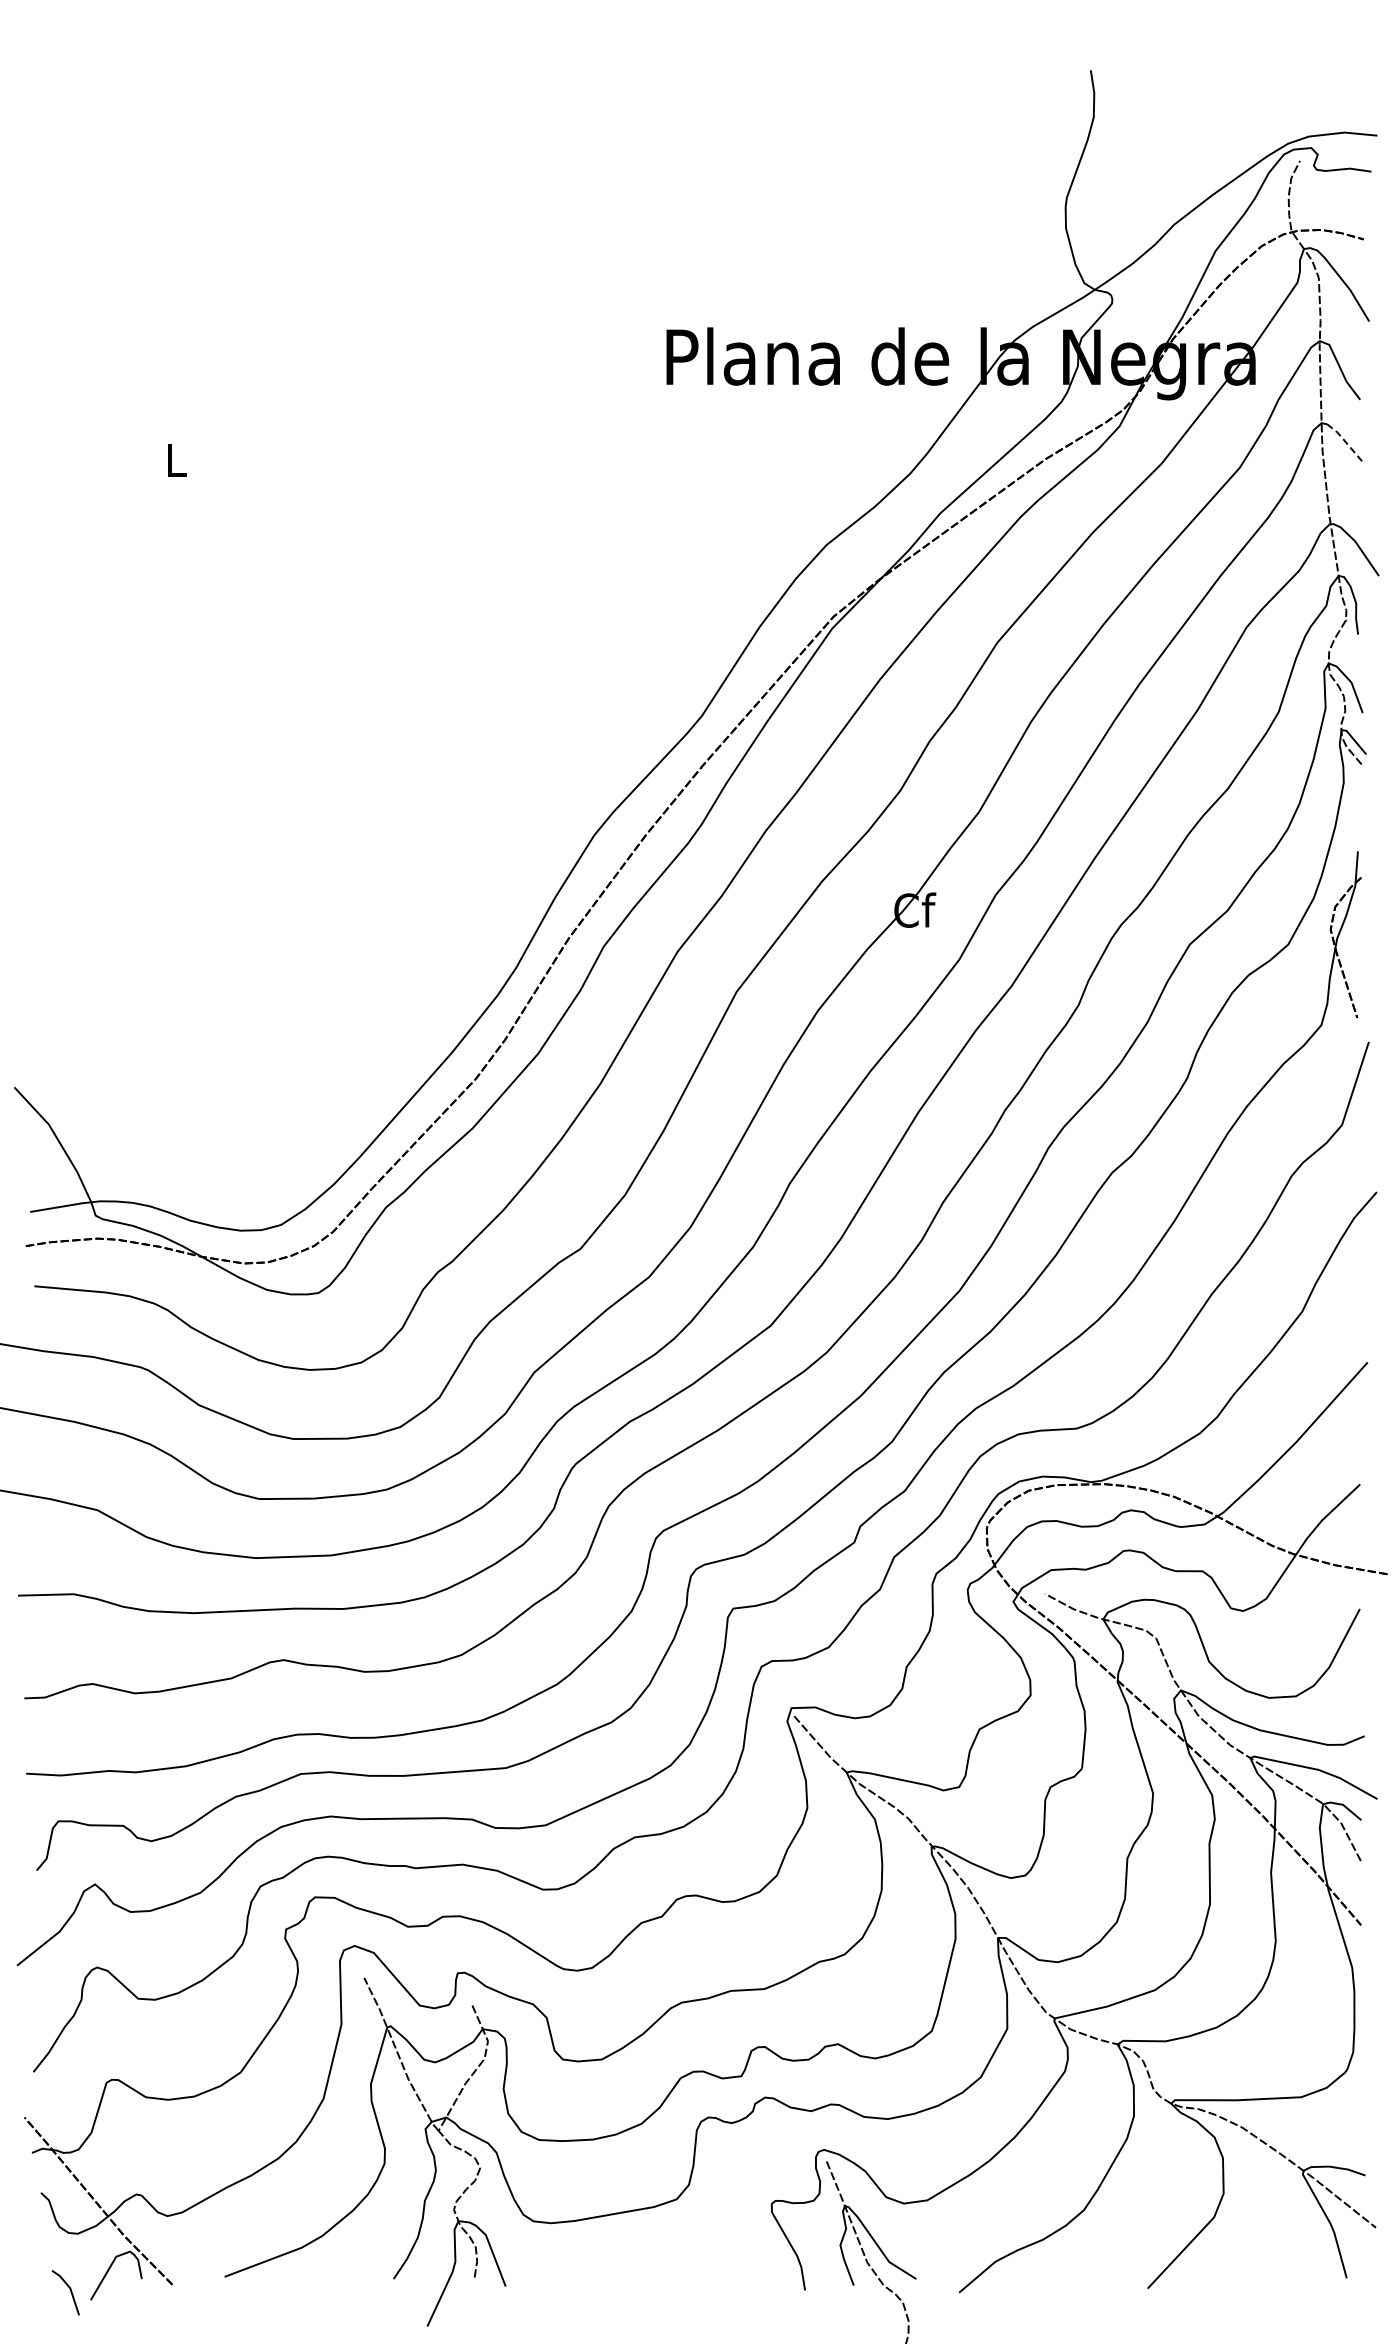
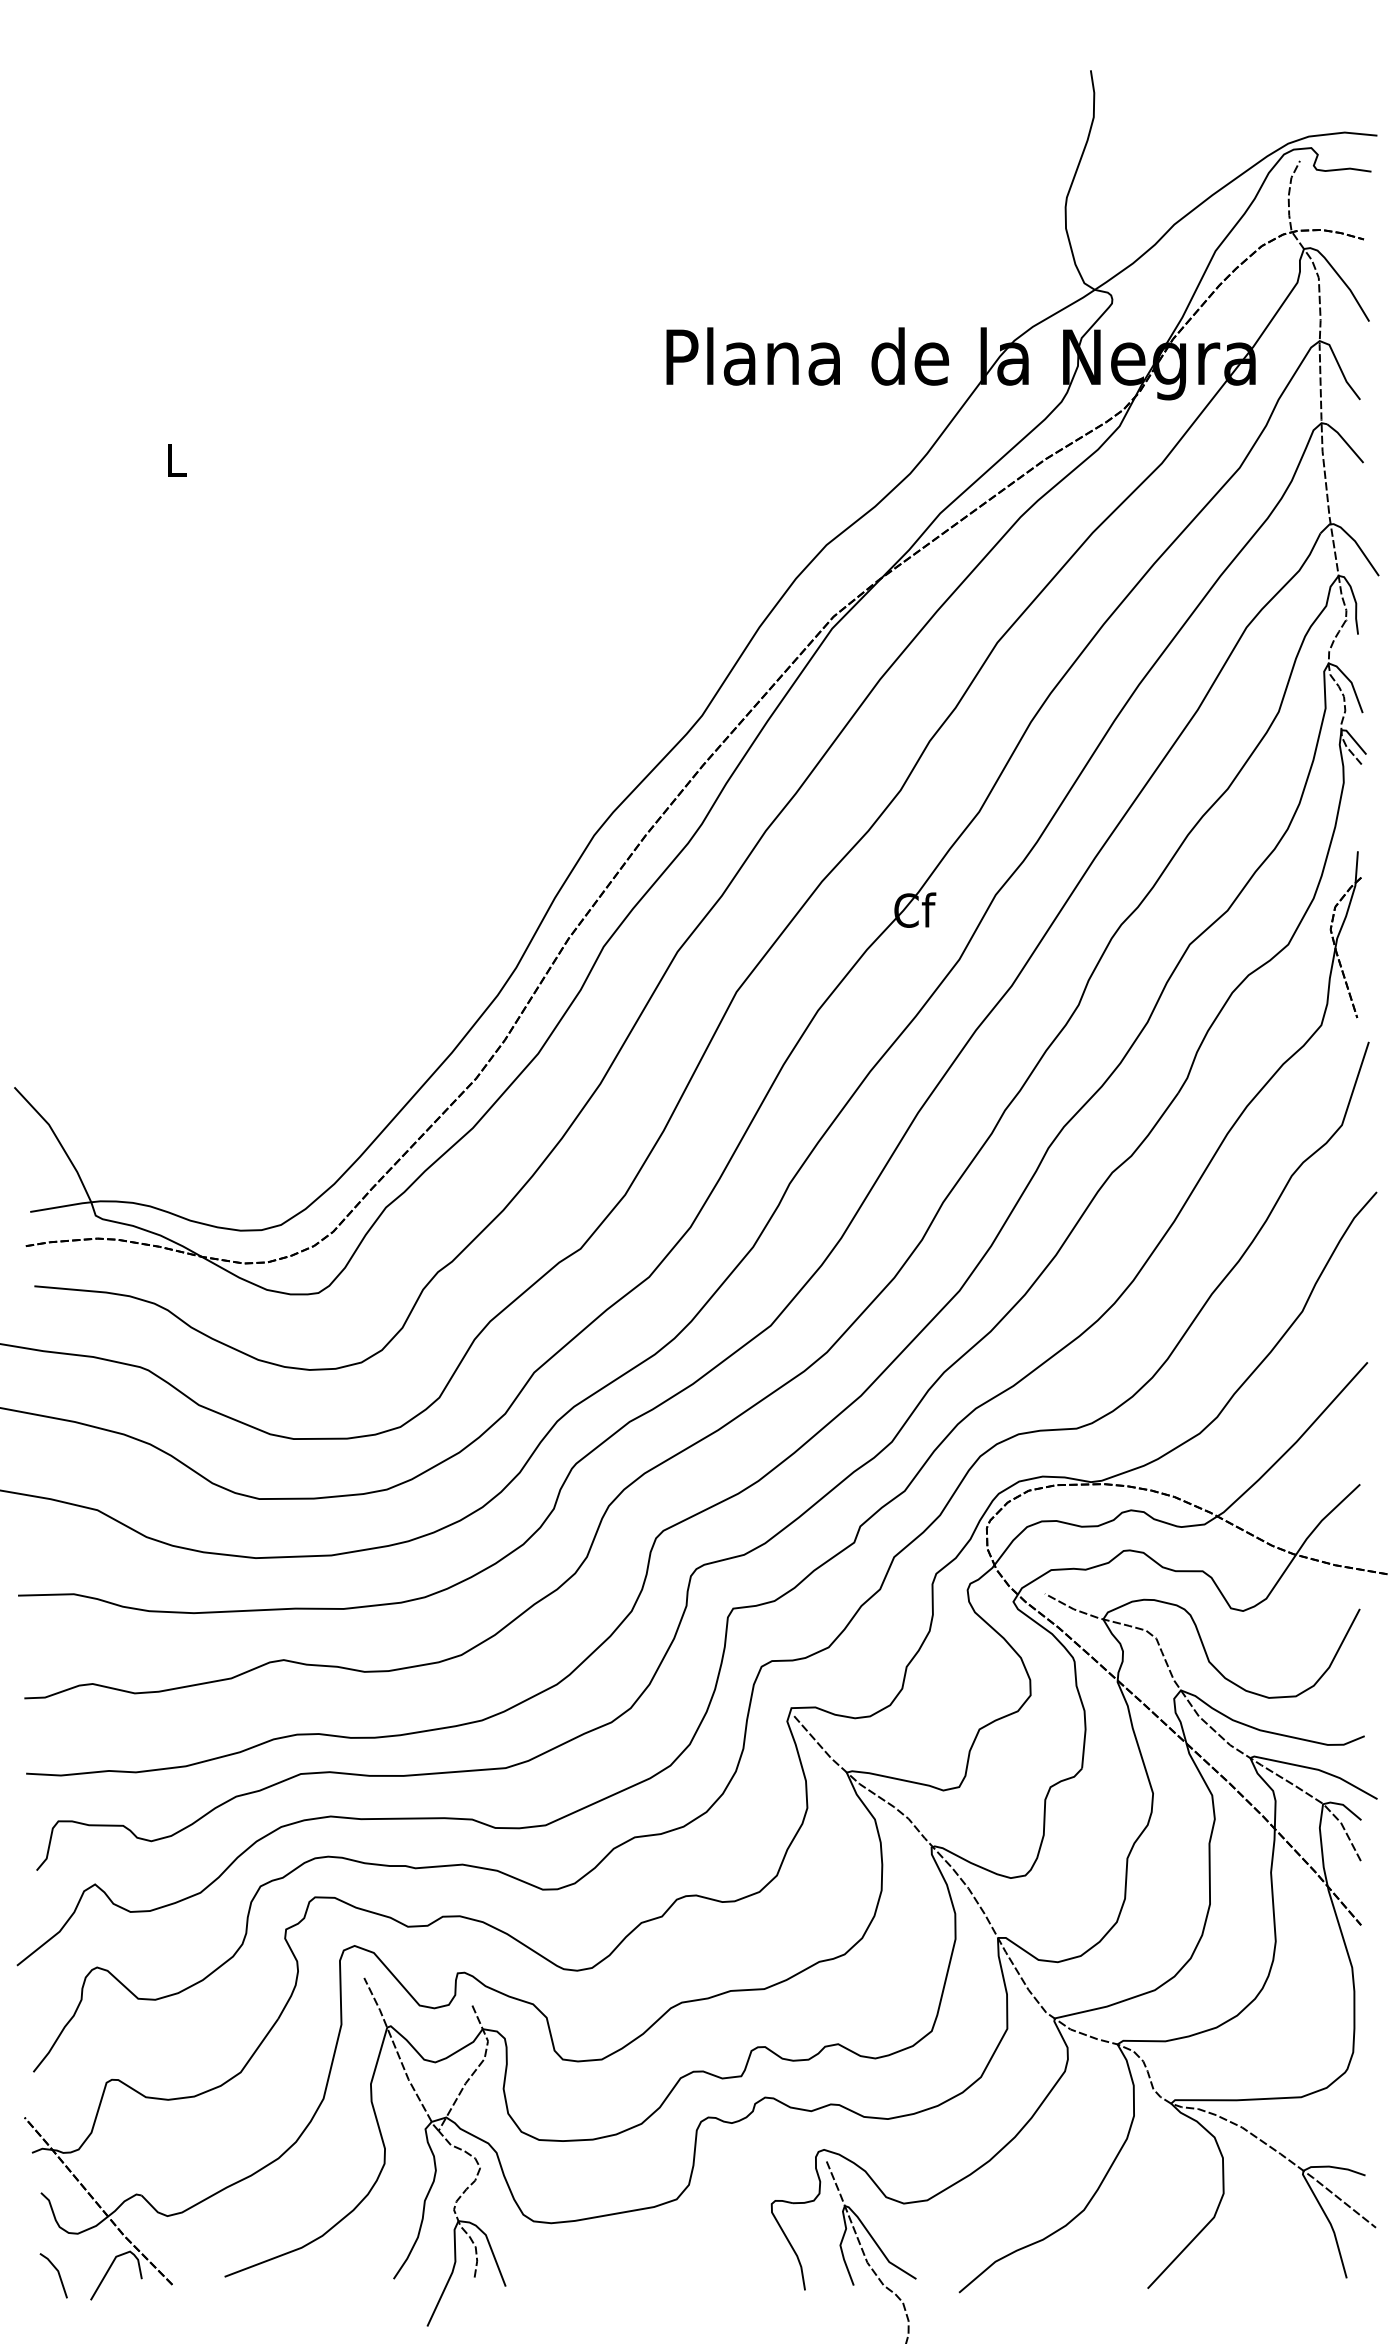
line at (1346, 442): dashed -> solid
line at (69, 2289) position: (69, 2289) -> (57, 2272)
